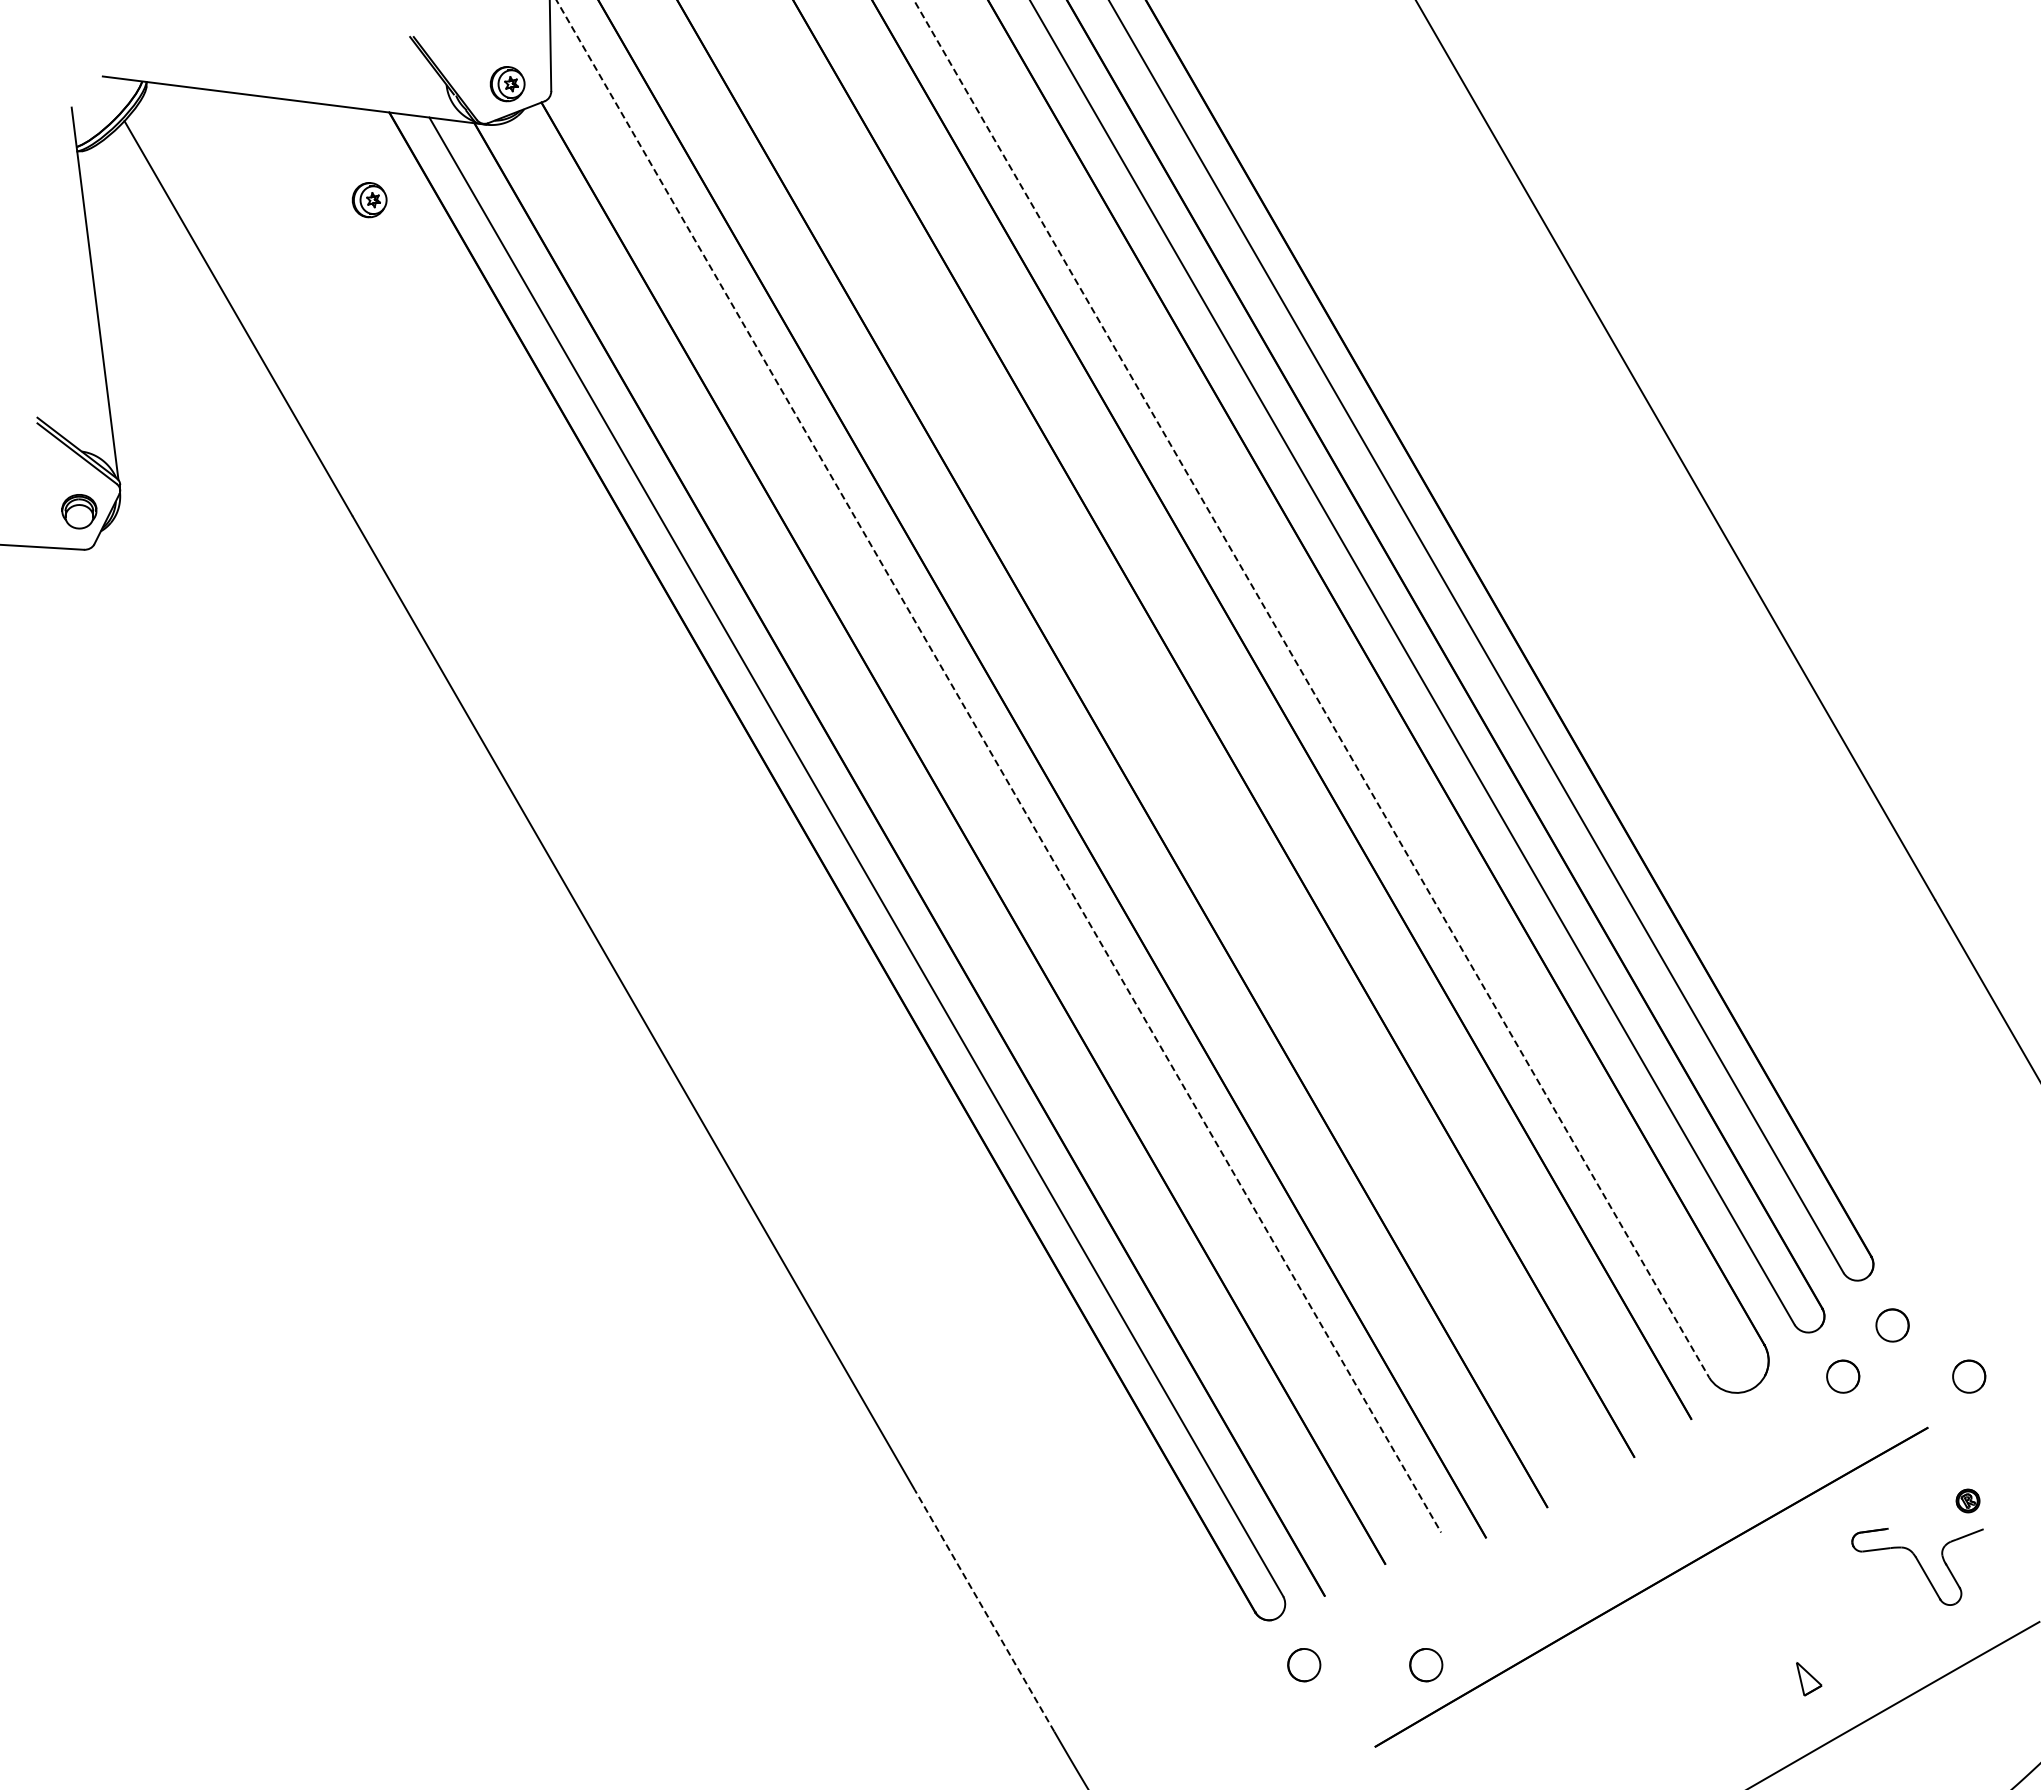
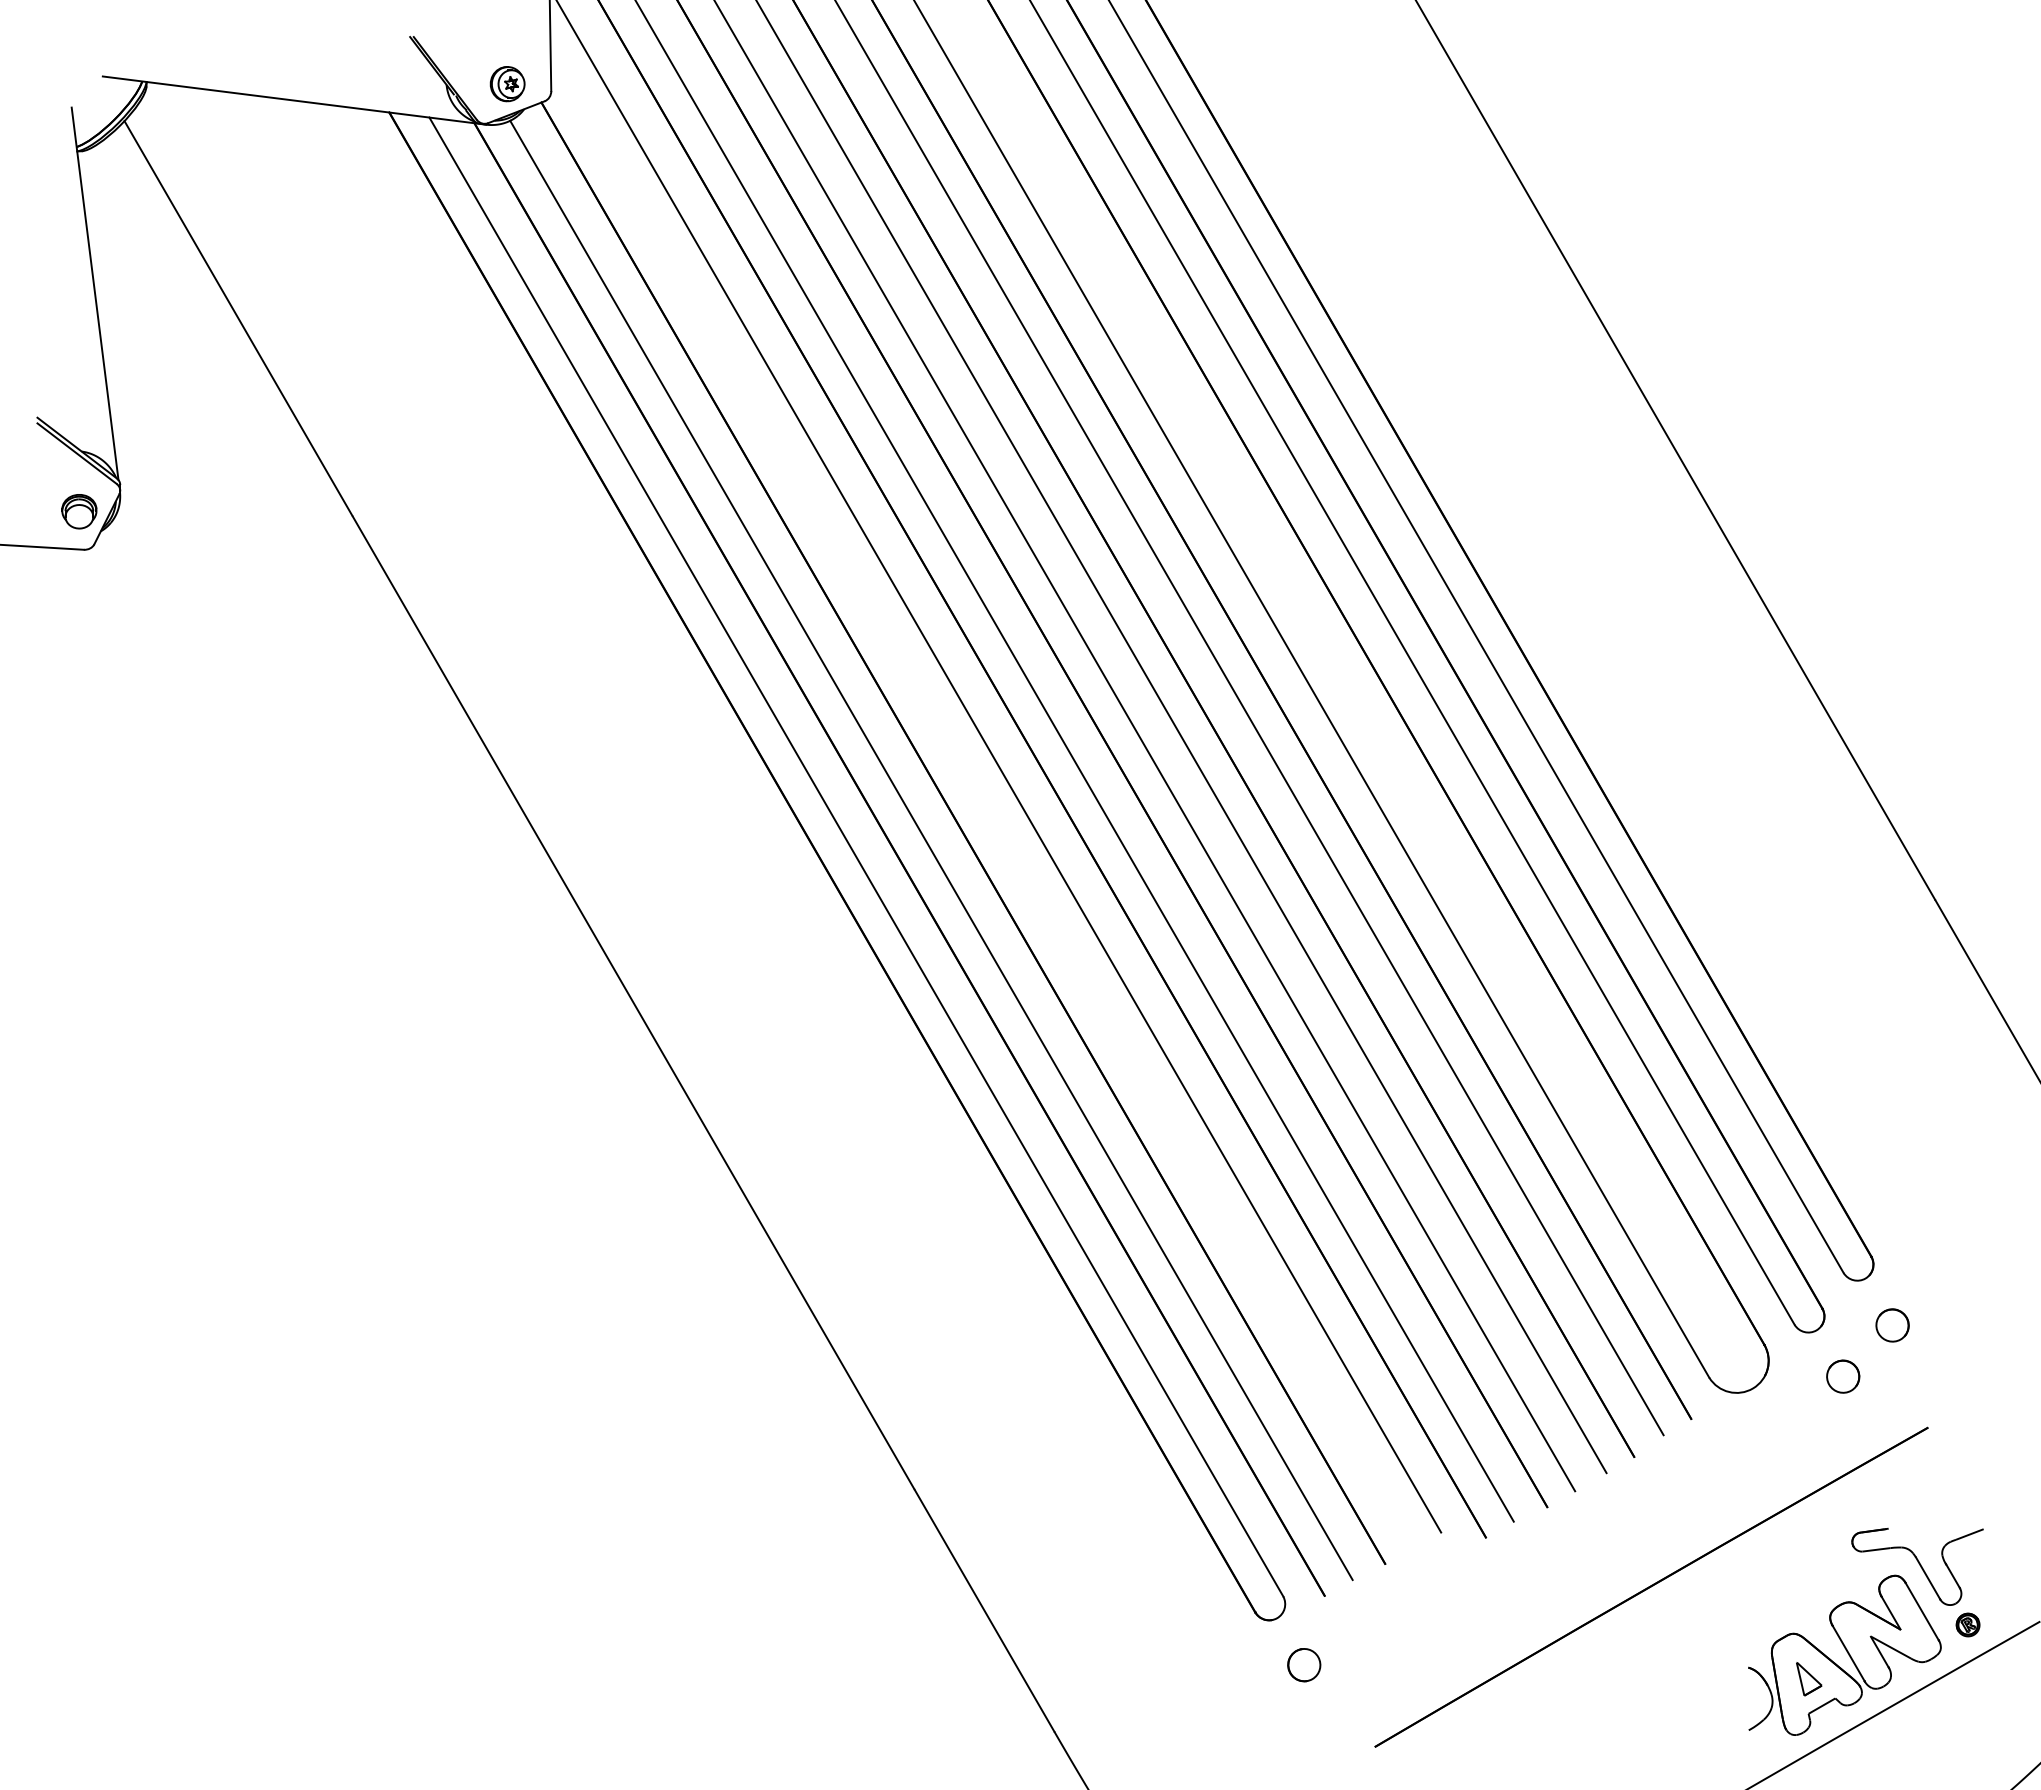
part at (369, 200): present -> none
line at (1311, 689): dashed -> solid
line at (1249, 718): none -> present
line at (1181, 737): none -> present
line at (1145, 746): none -> present
line at (1074, 761): none -> present
line at (998, 766): dashed -> solid
line at (931, 850): none -> present
part at (1969, 1376): present -> none
part at (1967, 1500) position: (1967, 1500) -> (1967, 1624)
line at (984, 1610): dashed -> solid
part at (1844, 1654): none -> present
part at (1426, 1665): present -> none
